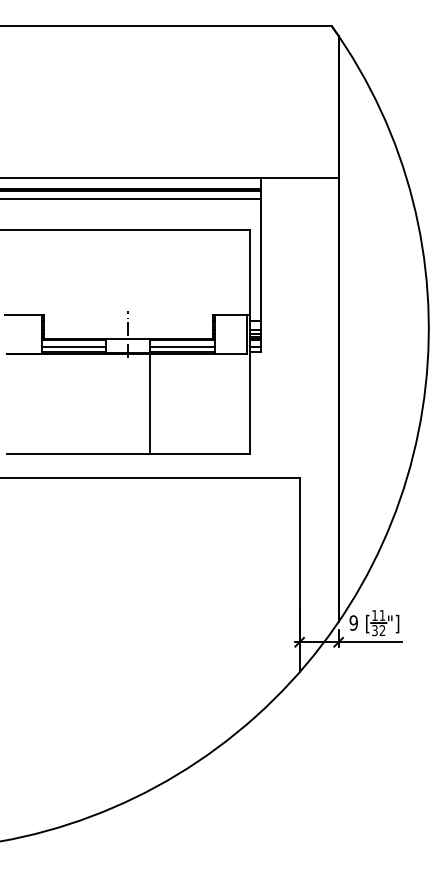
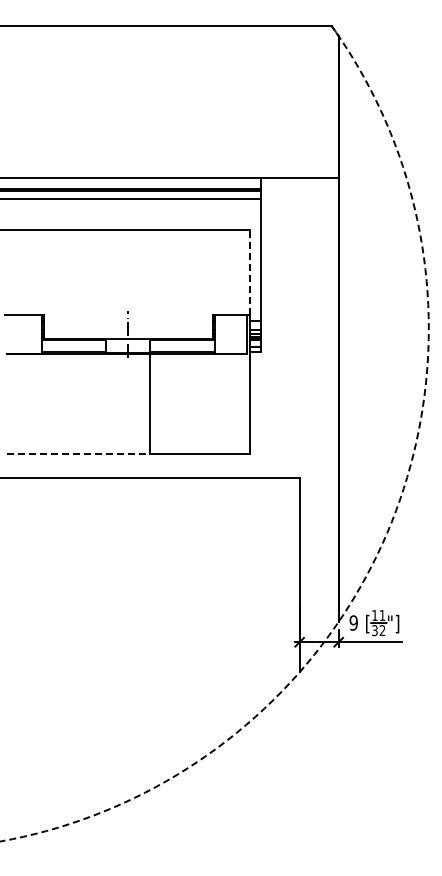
line at (249, 272): solid -> dashed
line at (73, 347): present -> none
line at (181, 347): present -> none
line at (78, 453): solid -> dashed
arc at (388, 529): solid -> dashed
